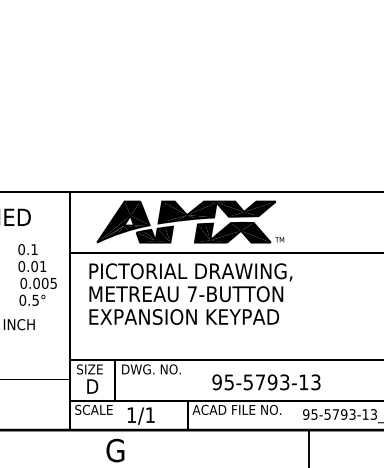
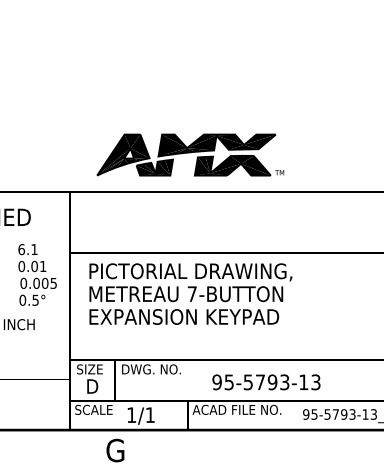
part at (190, 221) position: (190, 221) -> (190, 154)
text at (21, 249): 0.1 -> 6.1
line at (309, 447): present -> none
